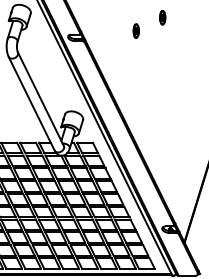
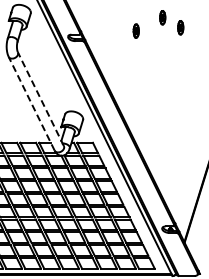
part at (180, 27): none -> present
line at (40, 98): solid -> dashed
line at (31, 103): solid -> dashed
